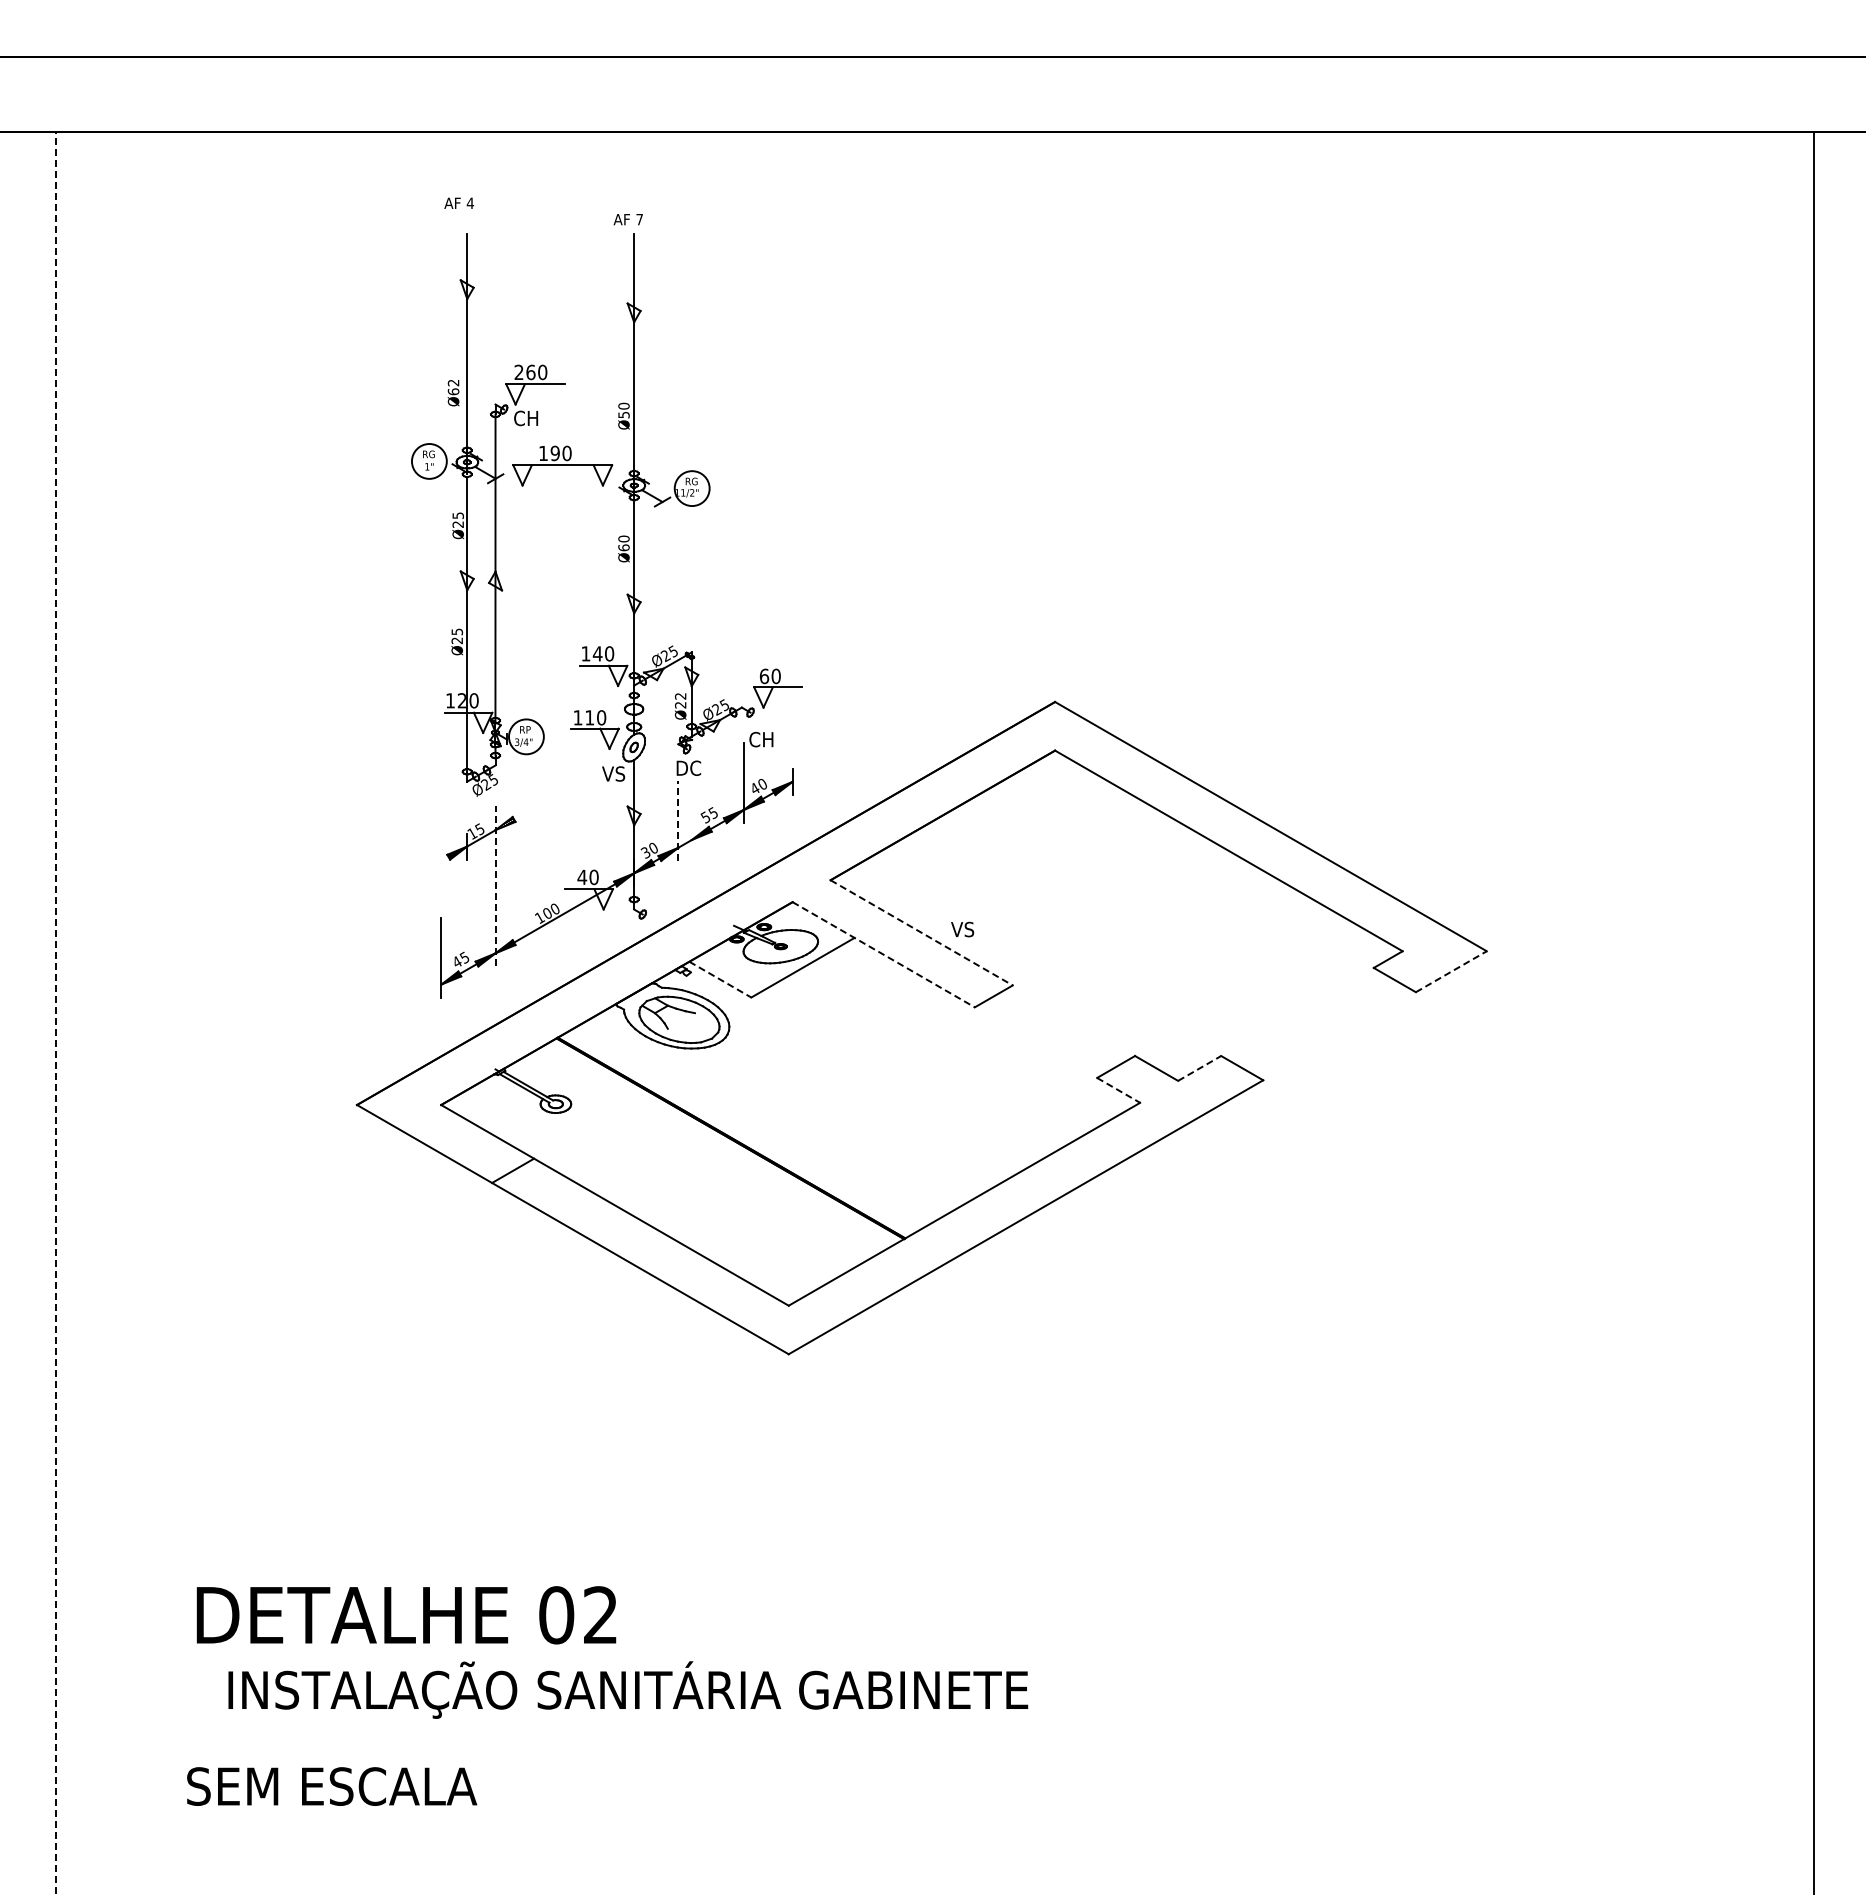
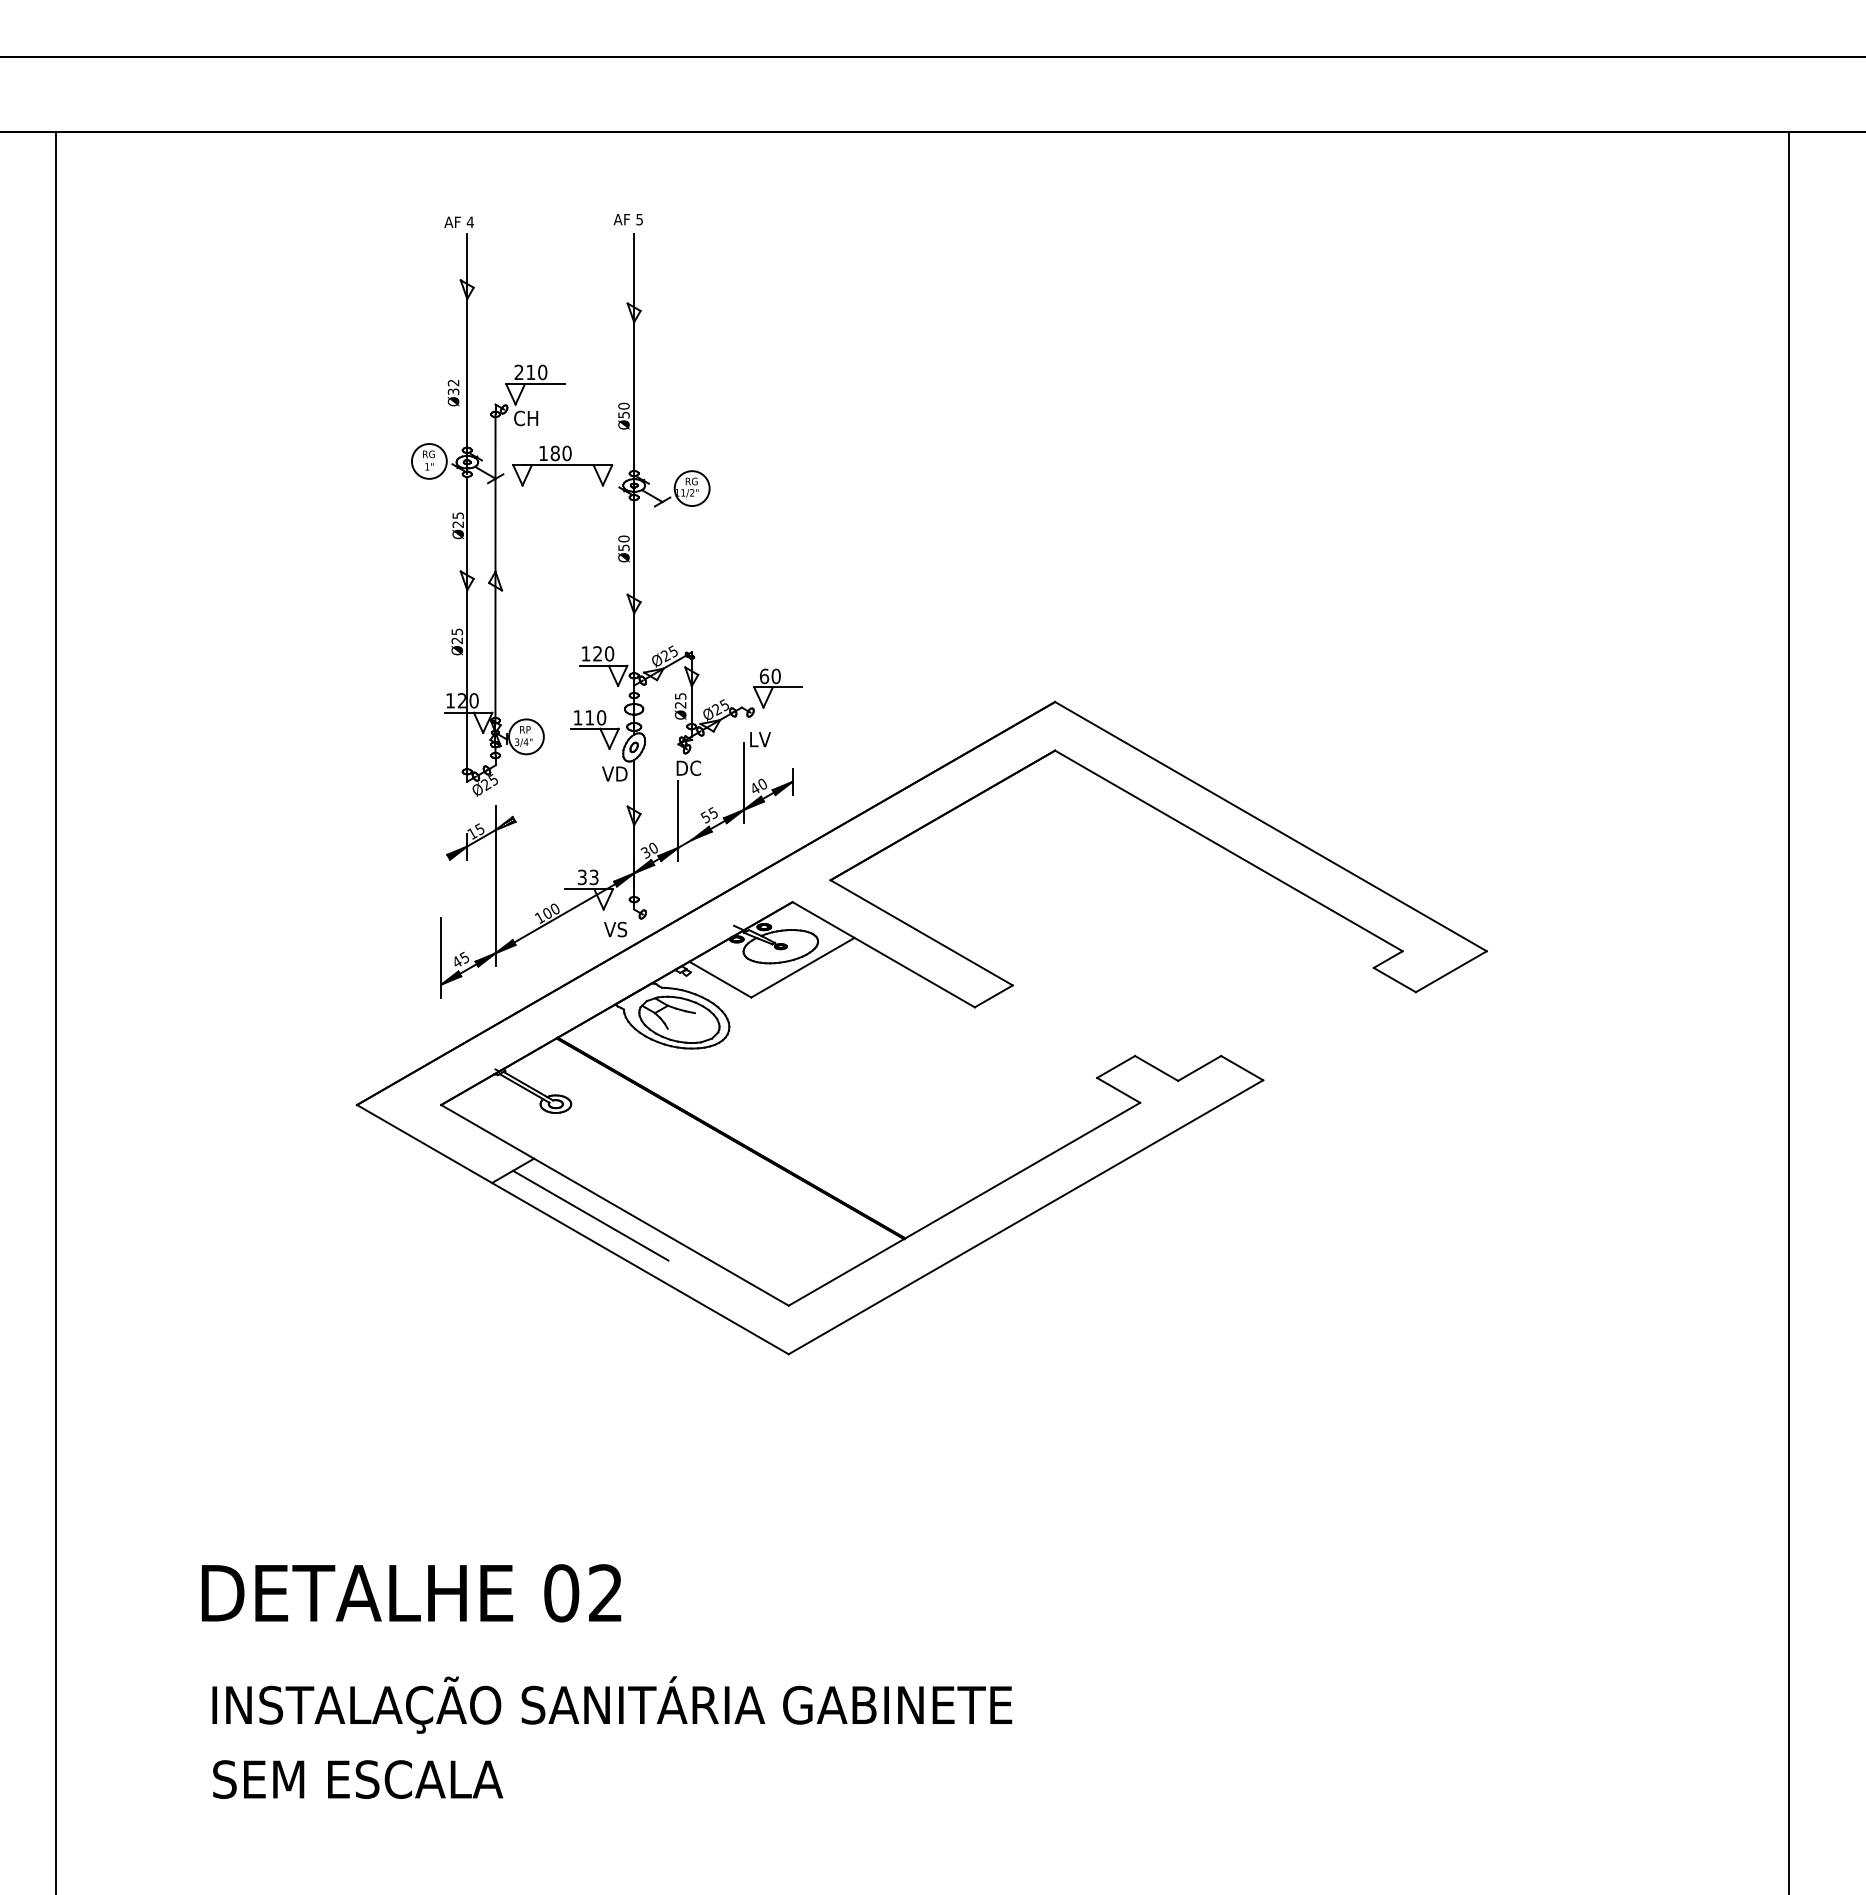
text at (458, 202) position: (458, 202) -> (458, 221)
text at (639, 219): 7 -> 5
text at (530, 372): 260 -> 210
text at (453, 391): Ø62 -> Ø32
text at (554, 453): 190 -> 180
text at (623, 547): Ø60 -> Ø50
text at (597, 653): 140 -> 120
text at (680, 696): Ø22 -> Ø25
text at (761, 739): CH -> LV
text at (621, 773): VS -> VD
line at (678, 820): dashed -> solid
text at (587, 877): 40 -> 33
line at (495, 885): dashed -> solid
text at (962, 929) position: (962, 929) -> (615, 929)
line at (922, 933): dashed -> solid
line at (884, 955): dashed -> solid
line at (1451, 971): dashed -> solid
line at (720, 979): dashed -> solid
line at (1814, 1011) position: (1814, 1011) -> (1789, 1011)
line at (56, 1013): dashed -> solid
line at (1199, 1068): dashed -> solid
line at (1118, 1090): dashed -> solid
line at (590, 1215): none -> present
text at (406, 1615) position: (406, 1615) -> (411, 1593)
text at (628, 1689) position: (628, 1689) -> (612, 1704)
text at (332, 1786) position: (332, 1786) -> (358, 1779)
